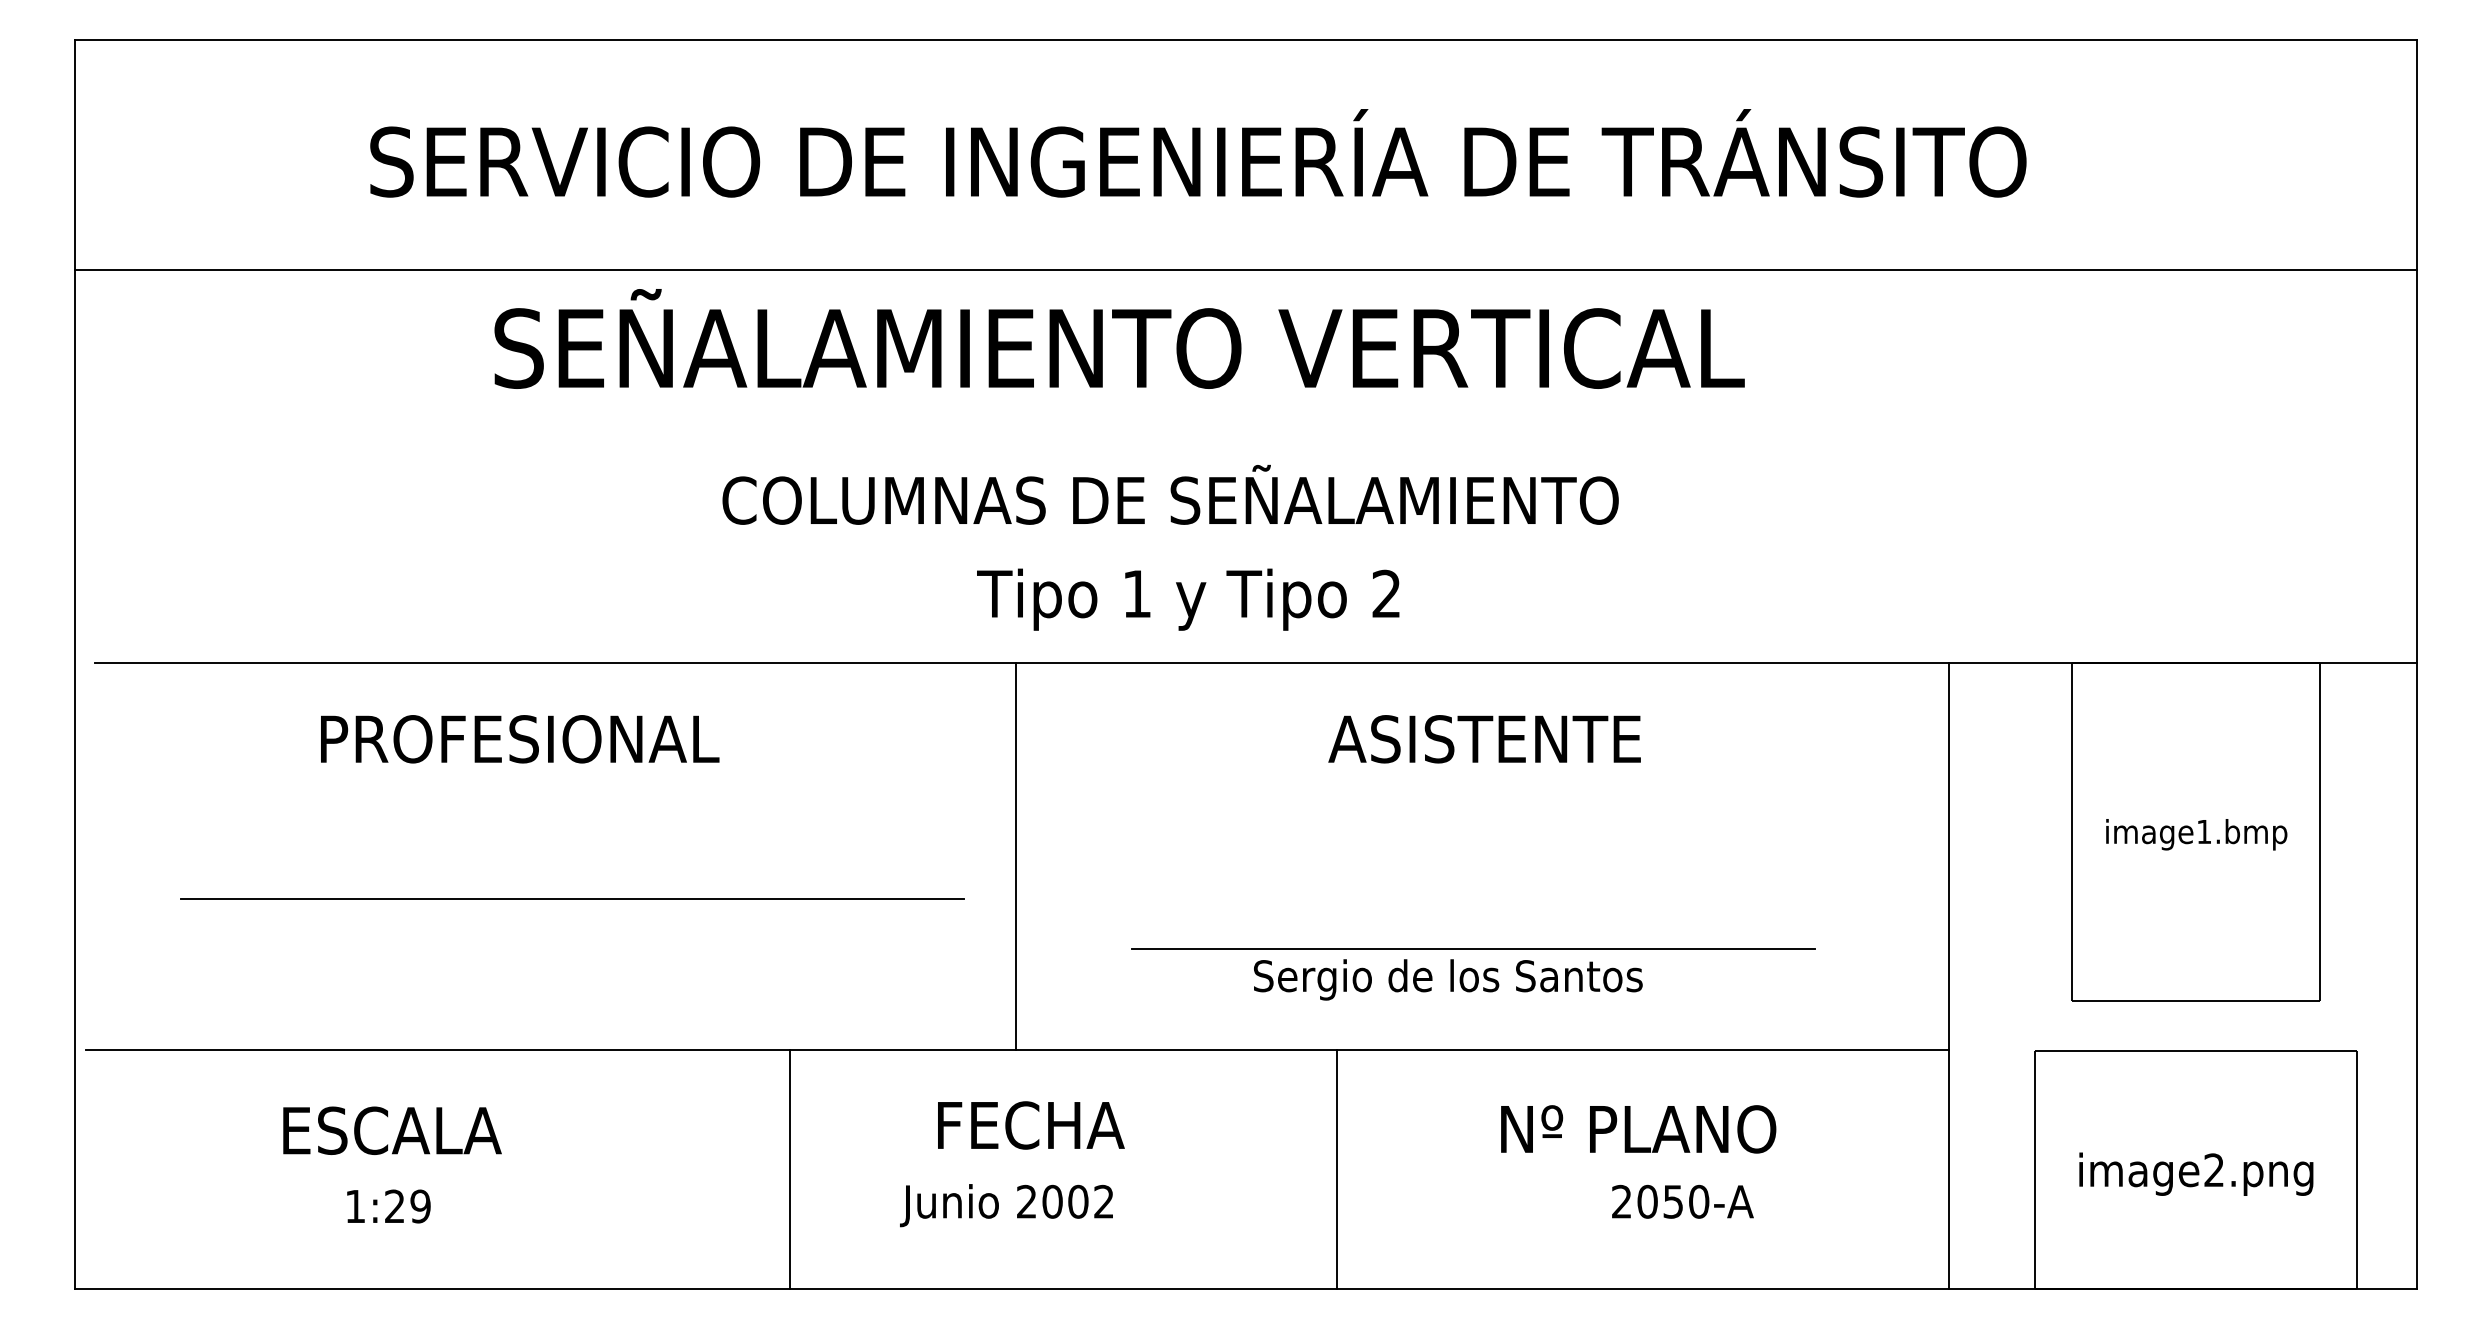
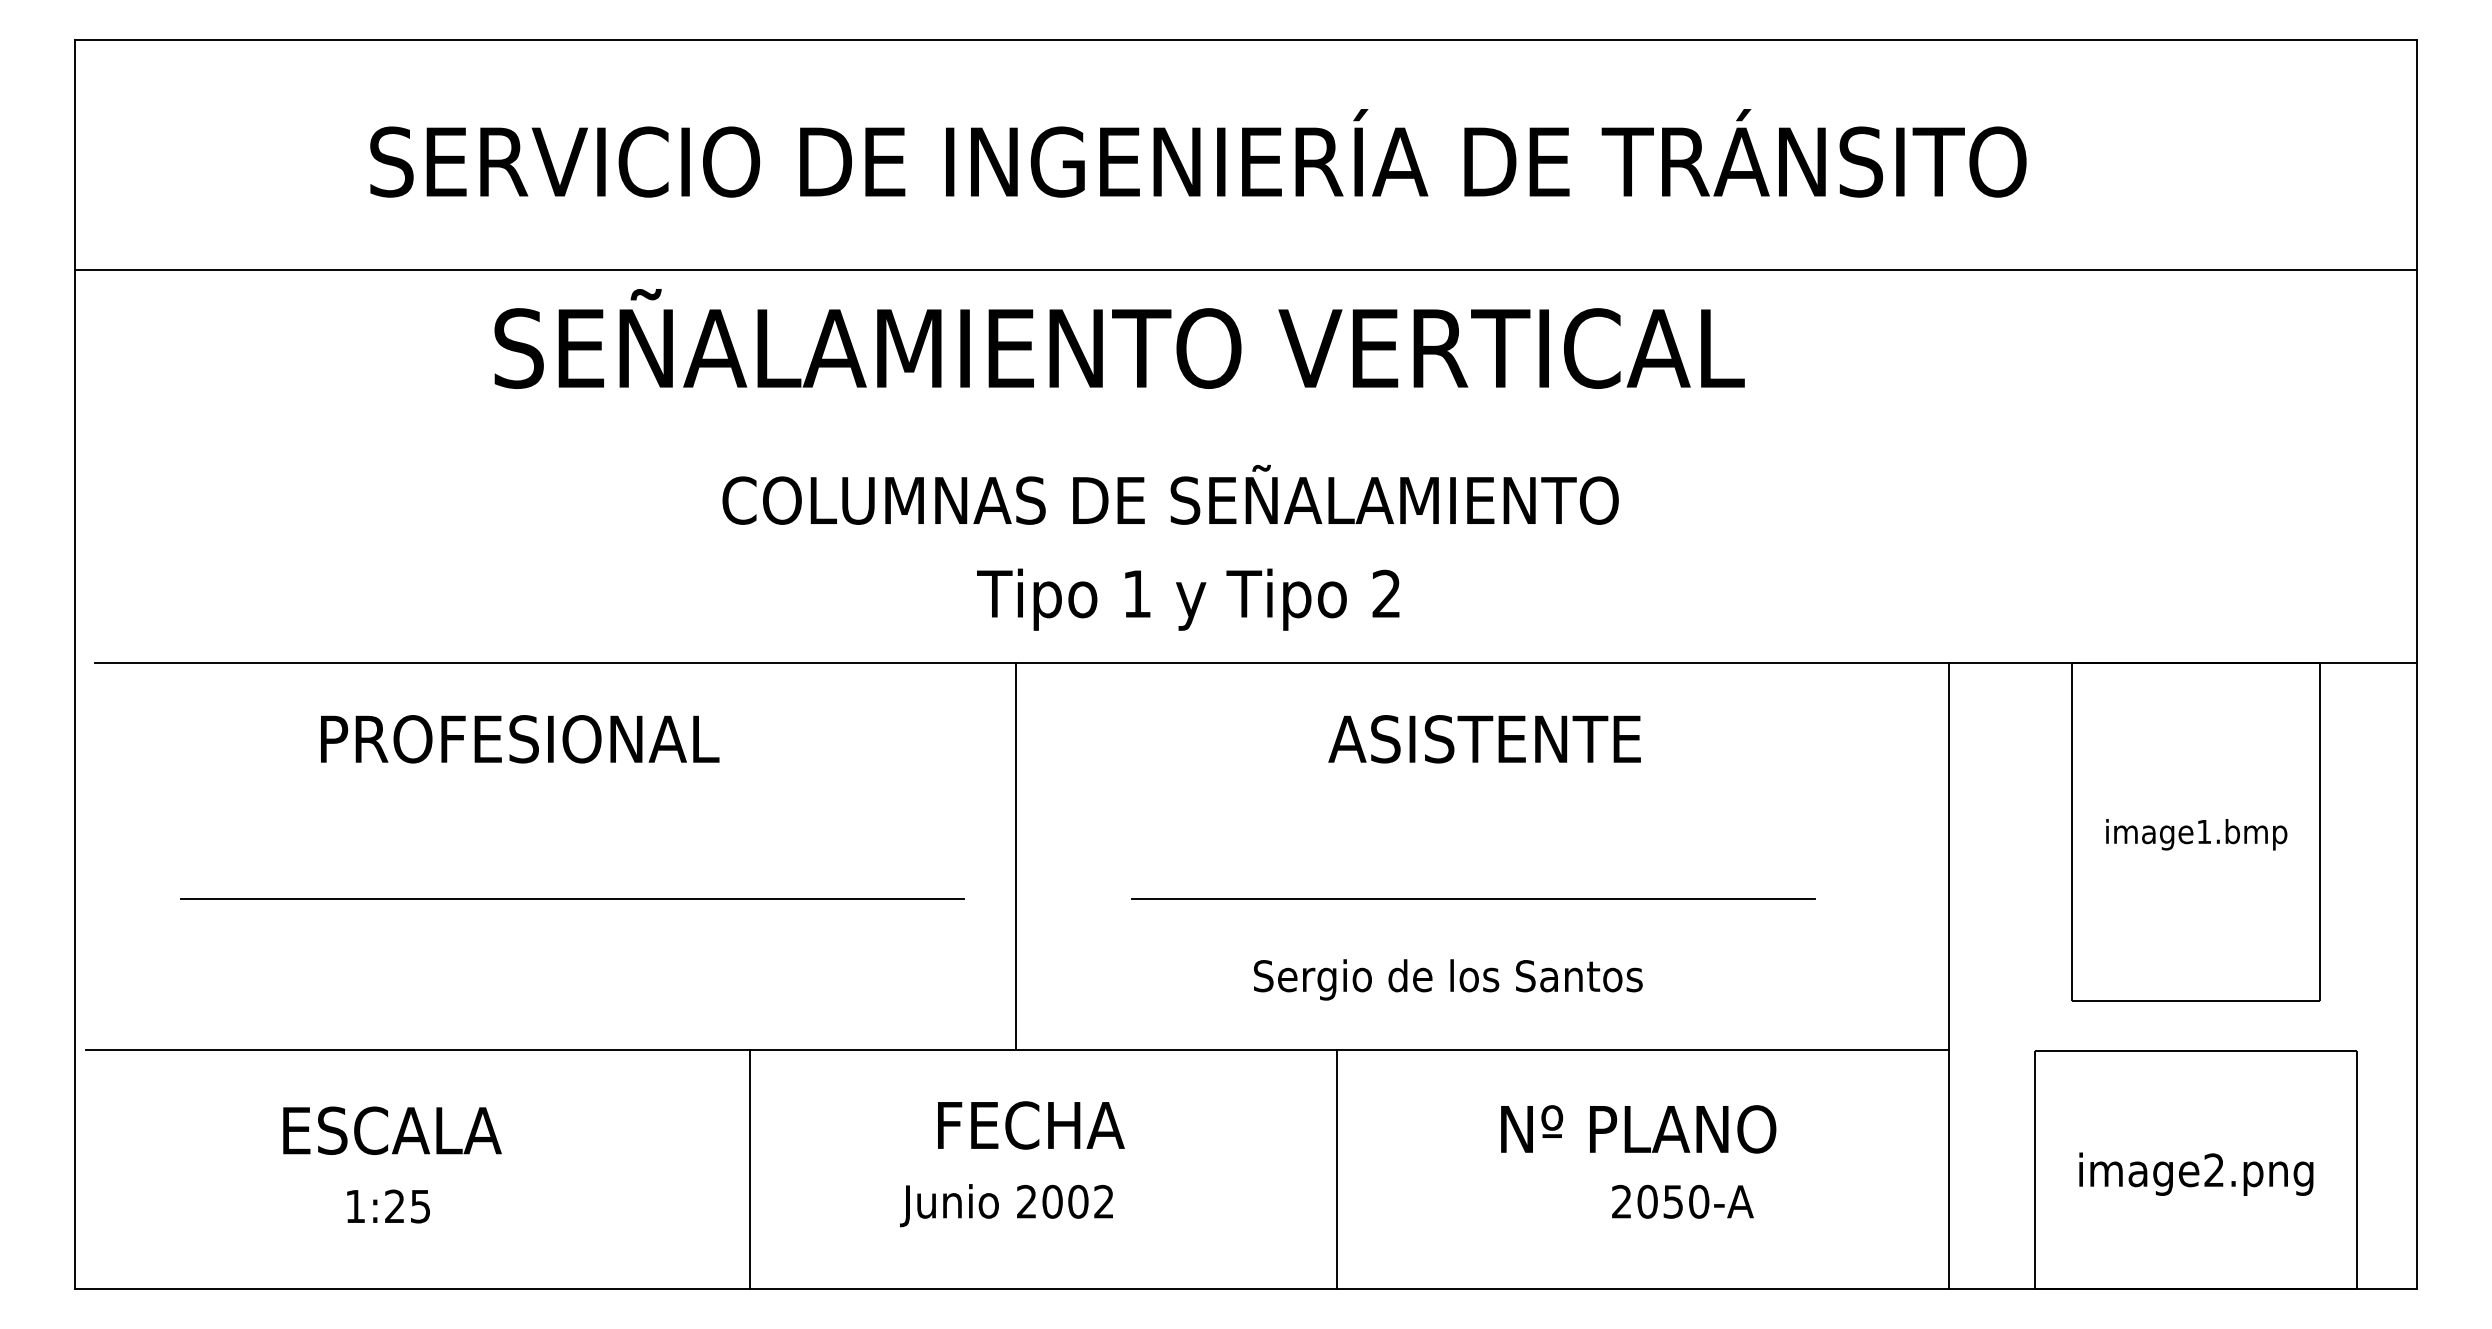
line at (1473, 948) position: (1473, 948) -> (1473, 898)
line at (790, 1169) position: (790, 1169) -> (750, 1169)
text at (420, 1206): 1:29 -> 1:25
